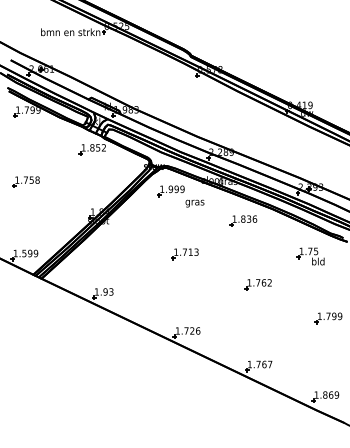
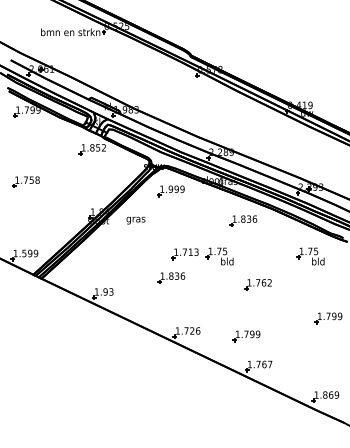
text at (194, 203) position: (194, 203) -> (135, 220)
part at (219, 256): none -> present
part at (171, 277): none -> present
part at (246, 336): none -> present
